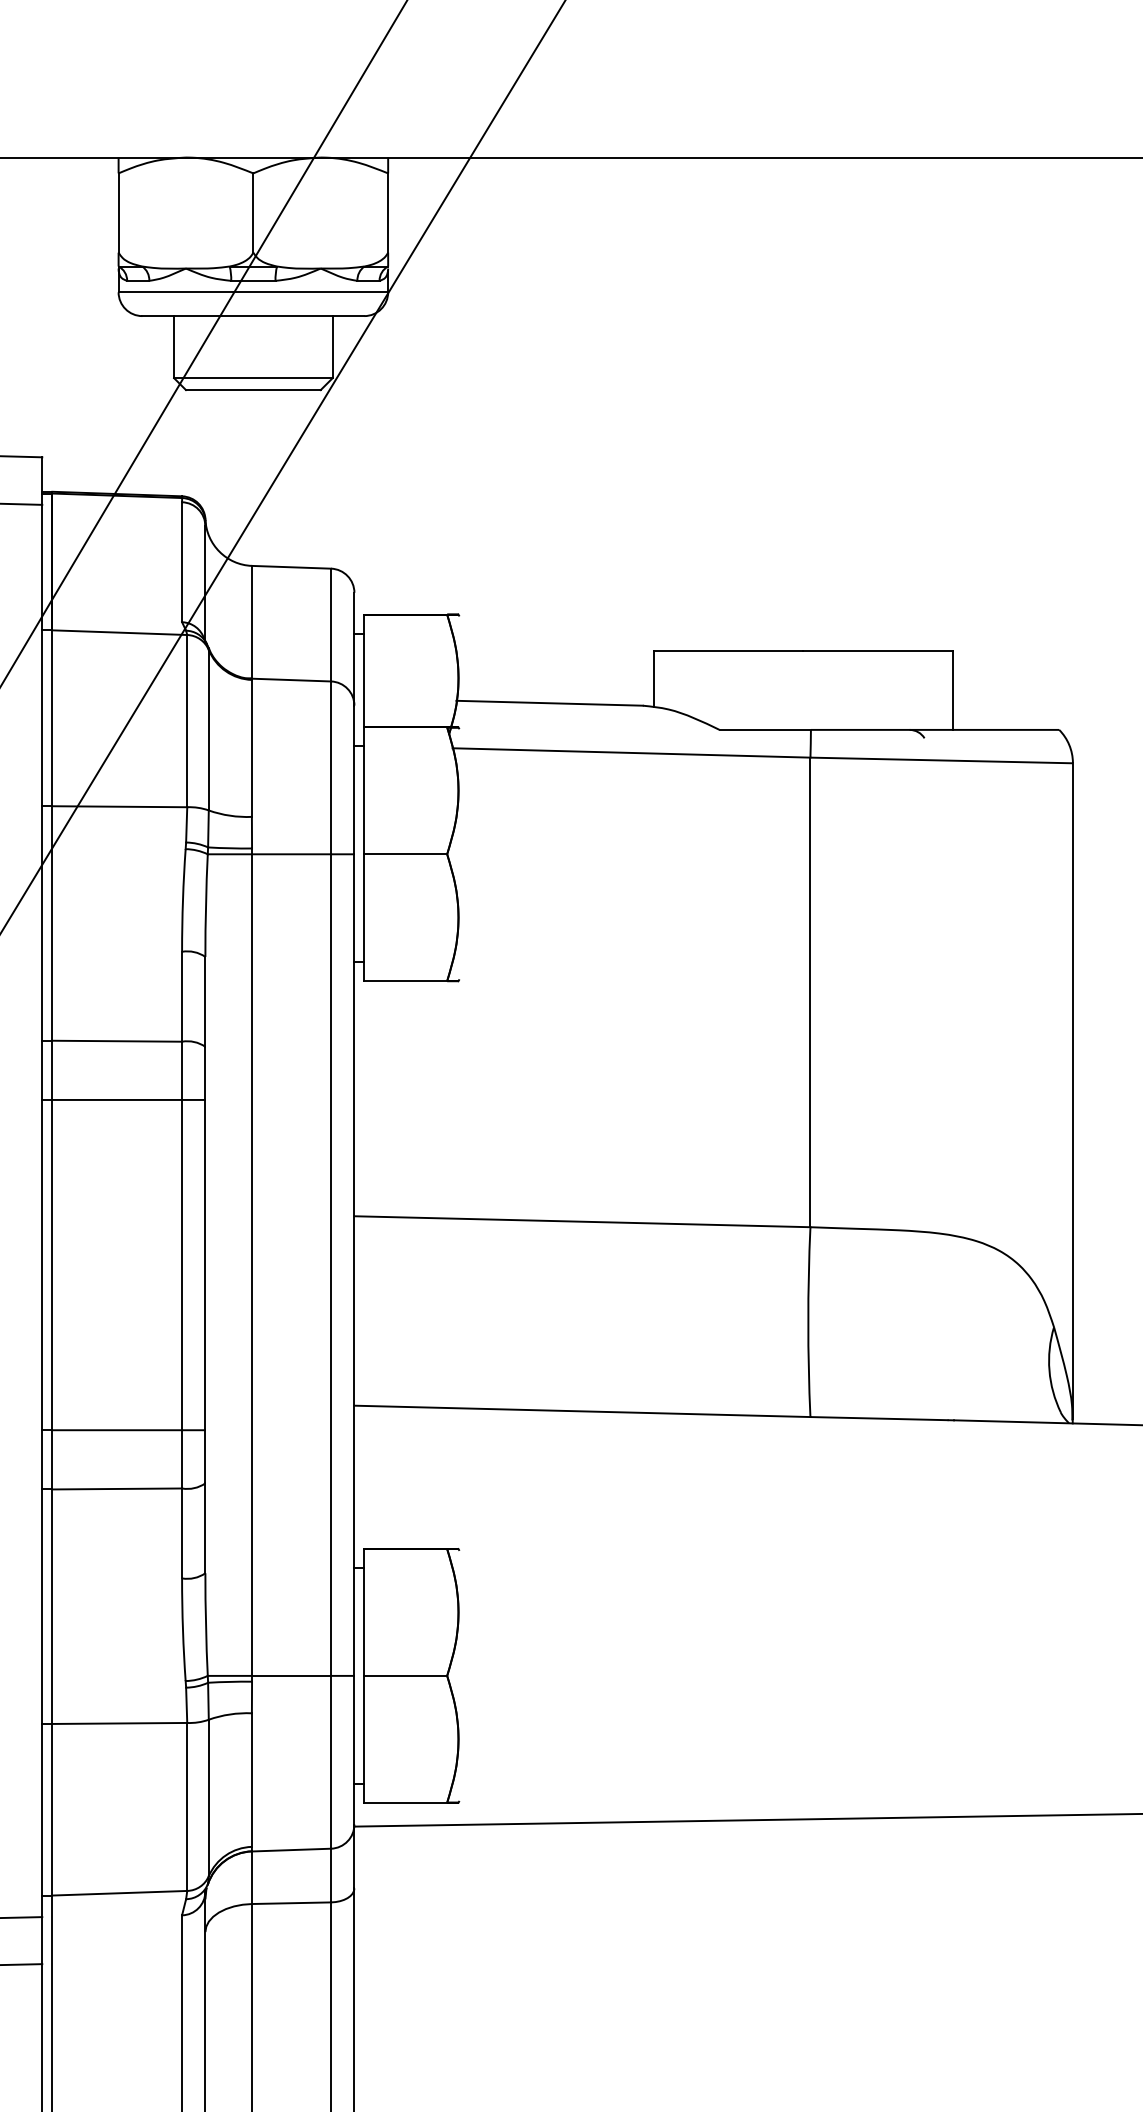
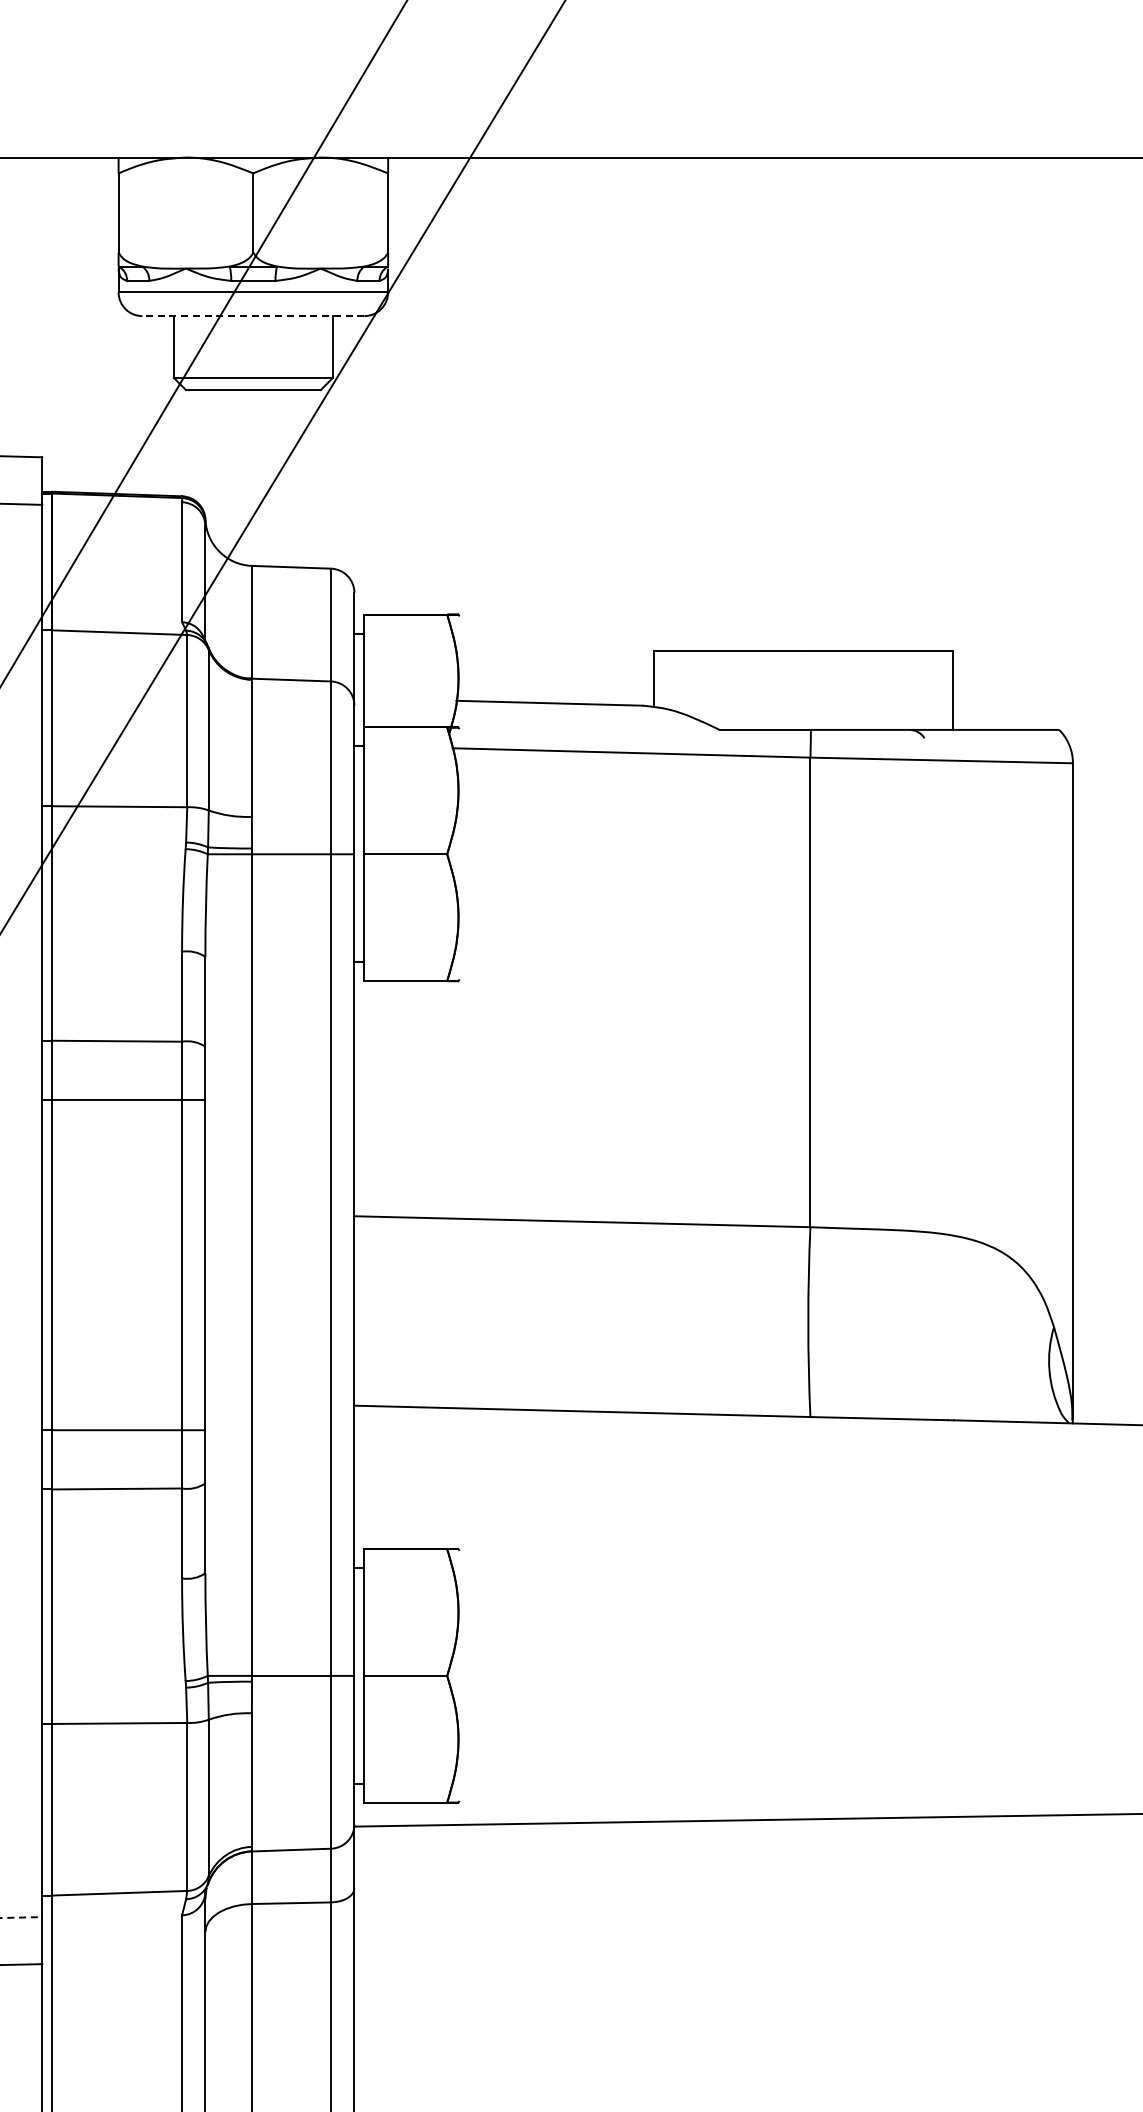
line at (253, 316): solid -> dashed
line at (21, 1917): solid -> dashed
